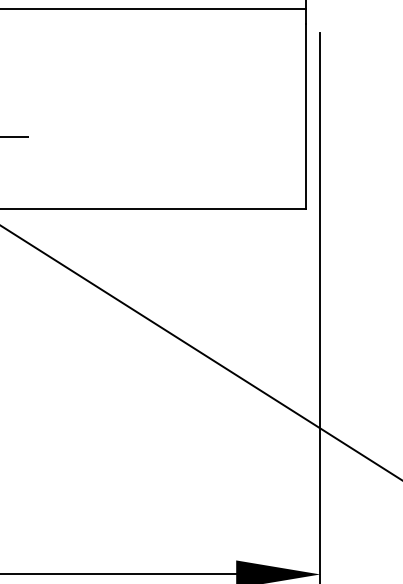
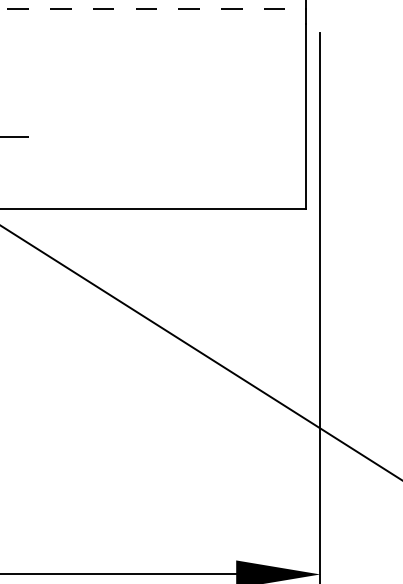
line at (153, 9): solid -> dashed
